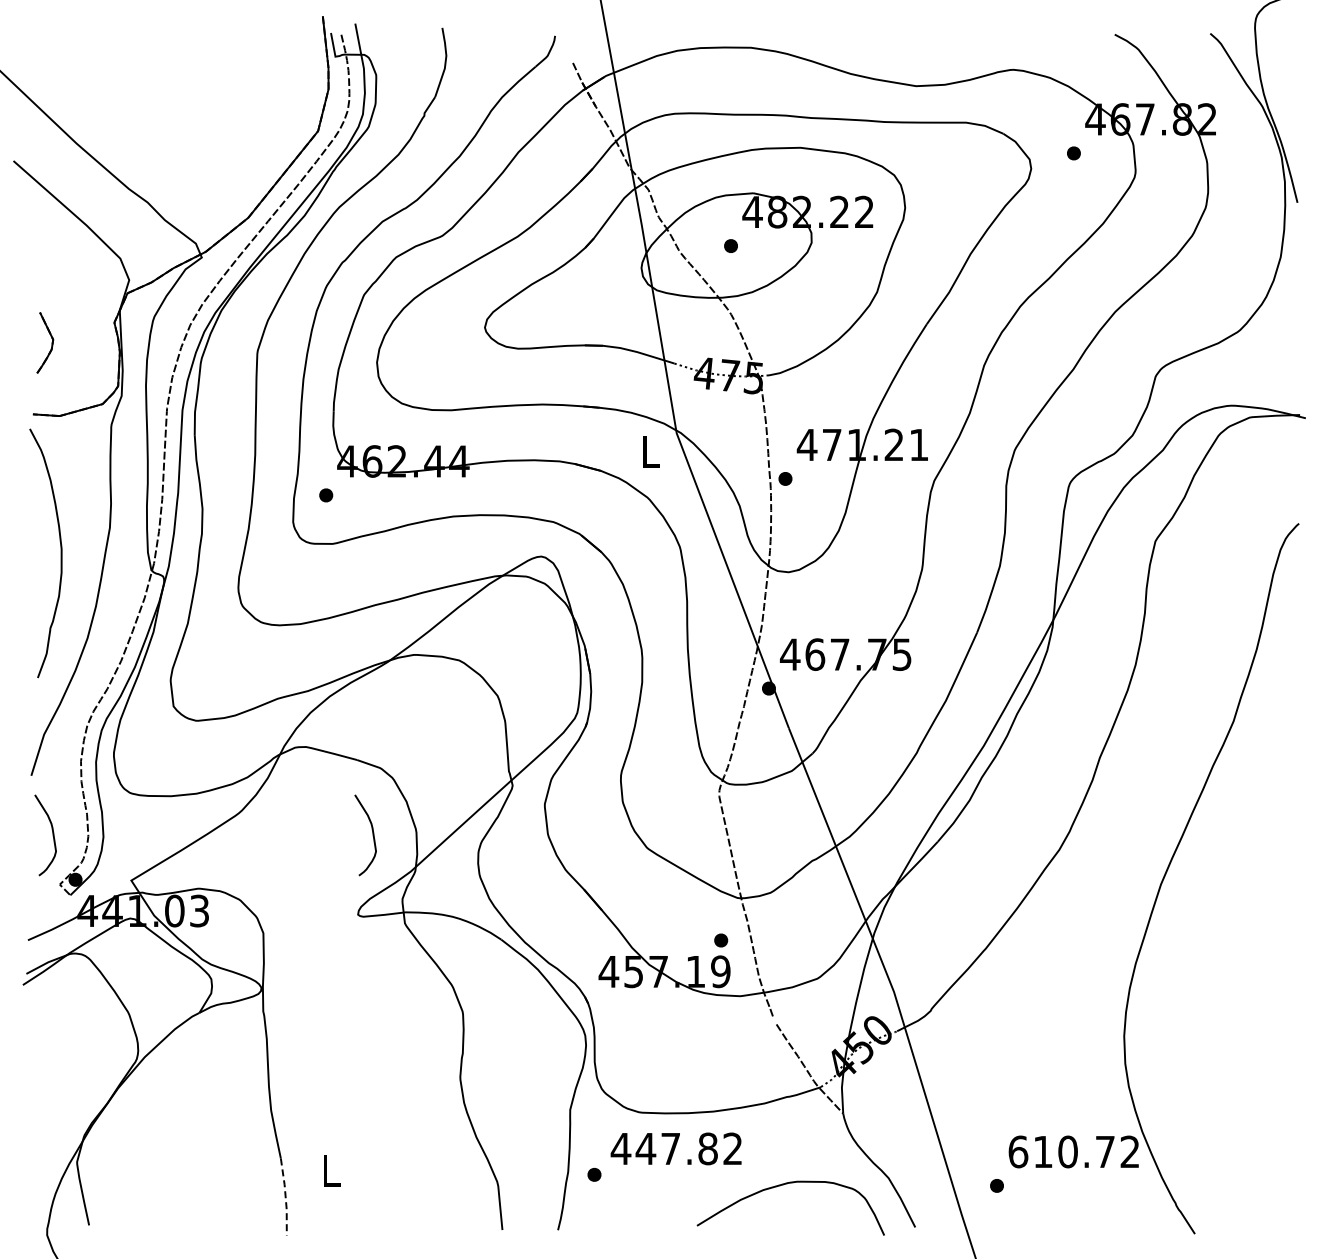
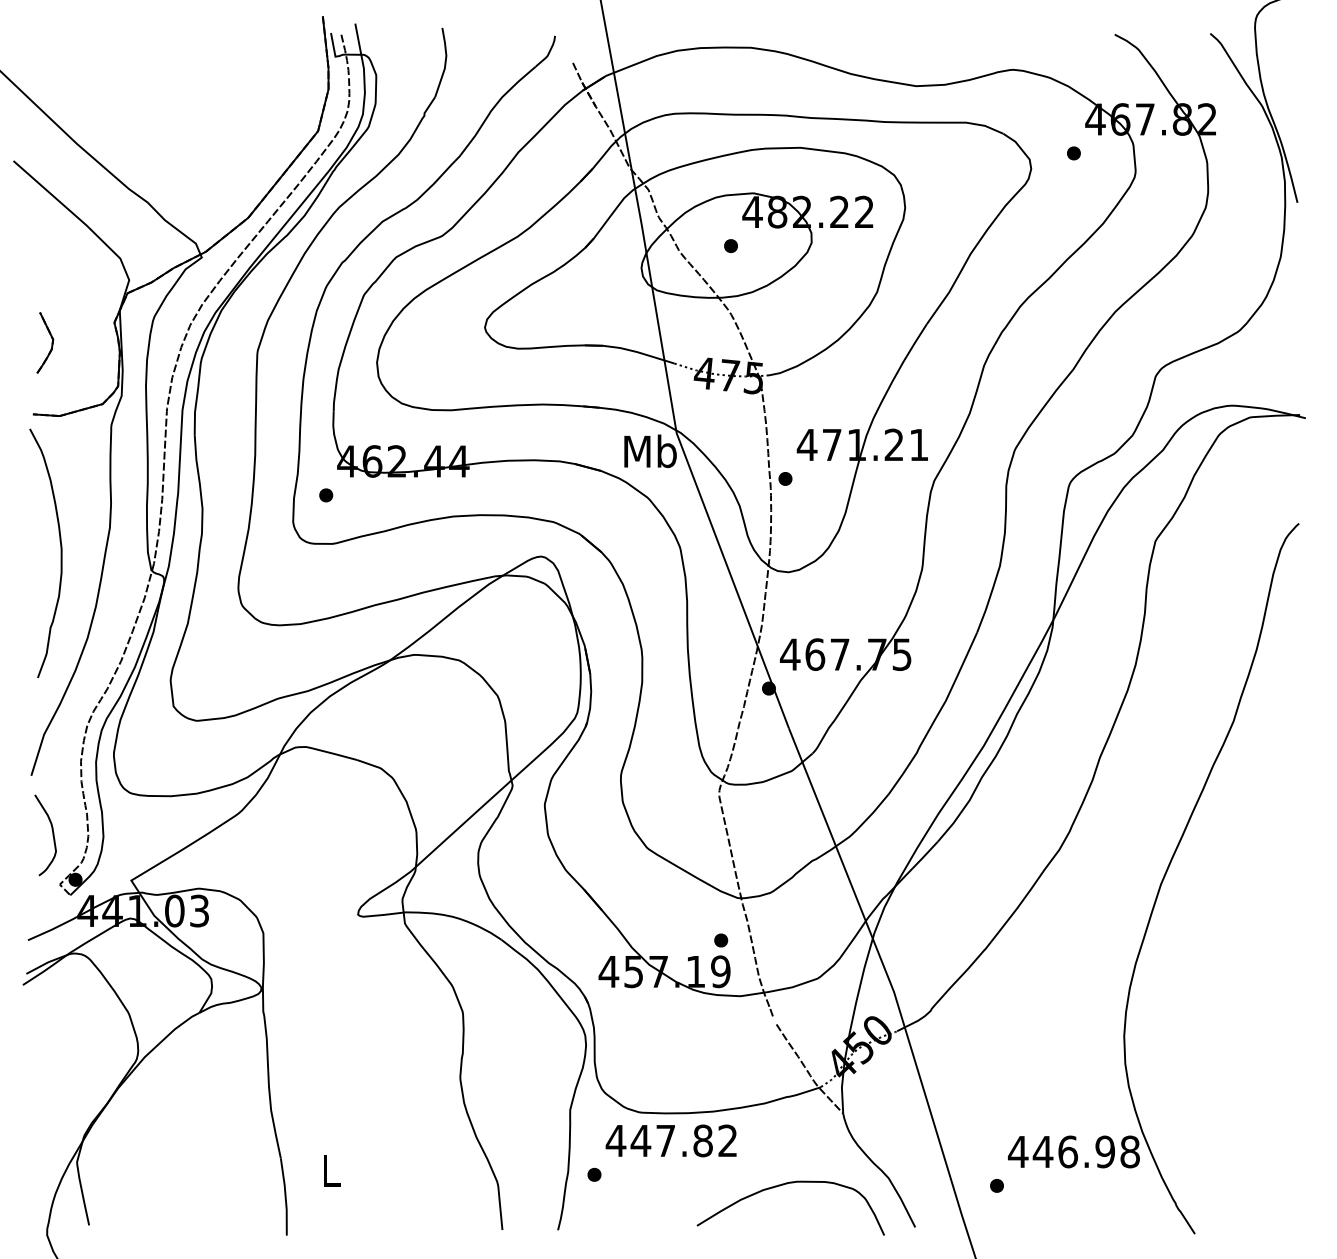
text at (650, 451): L -> Mb
curve at (372, 835): present -> none
text at (675, 1148) position: (675, 1148) -> (670, 1140)
text at (1073, 1151): 610.72 -> 446.98
line at (285, 1197): dashed -> solid
